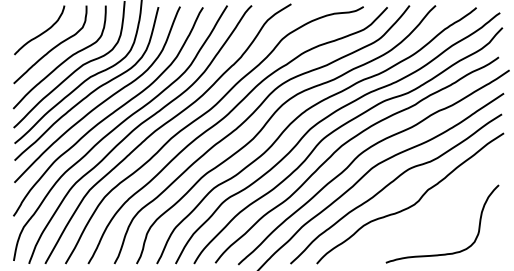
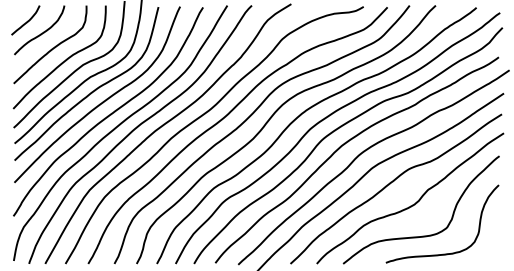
curve at (26, 21): none -> present
curve at (422, 235): none -> present
